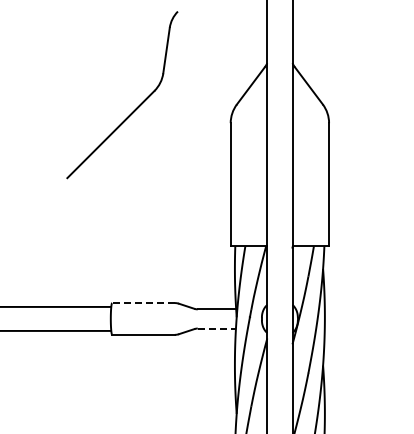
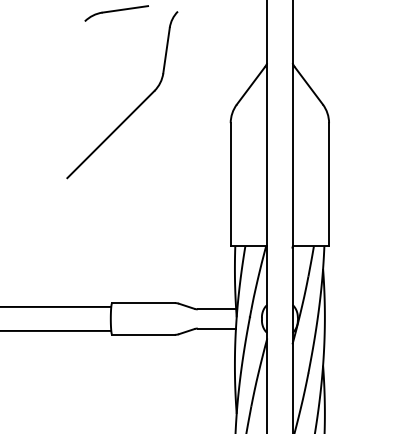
part at (116, 13): none -> present
line at (143, 303): dashed -> solid
line at (217, 328): dashed -> solid
